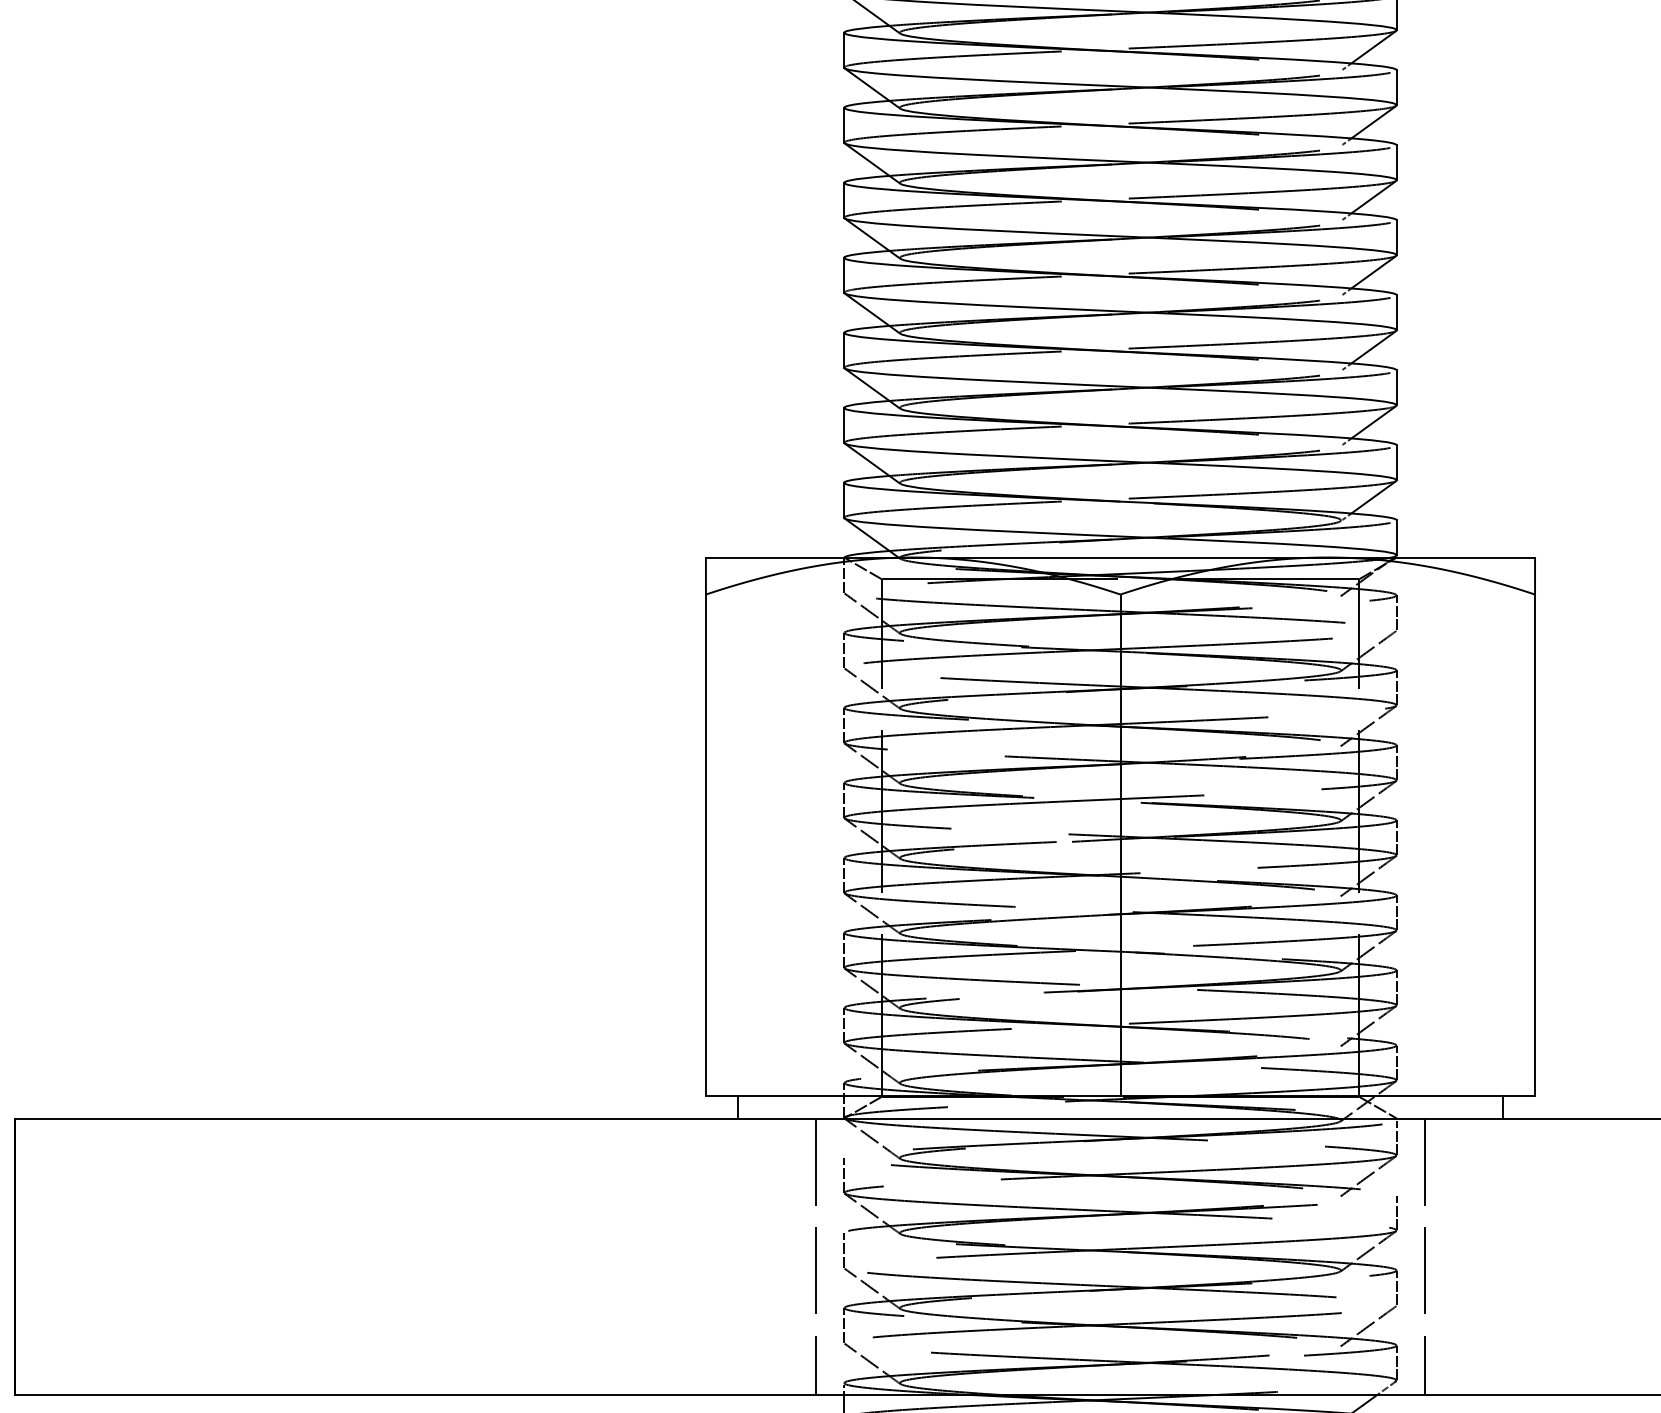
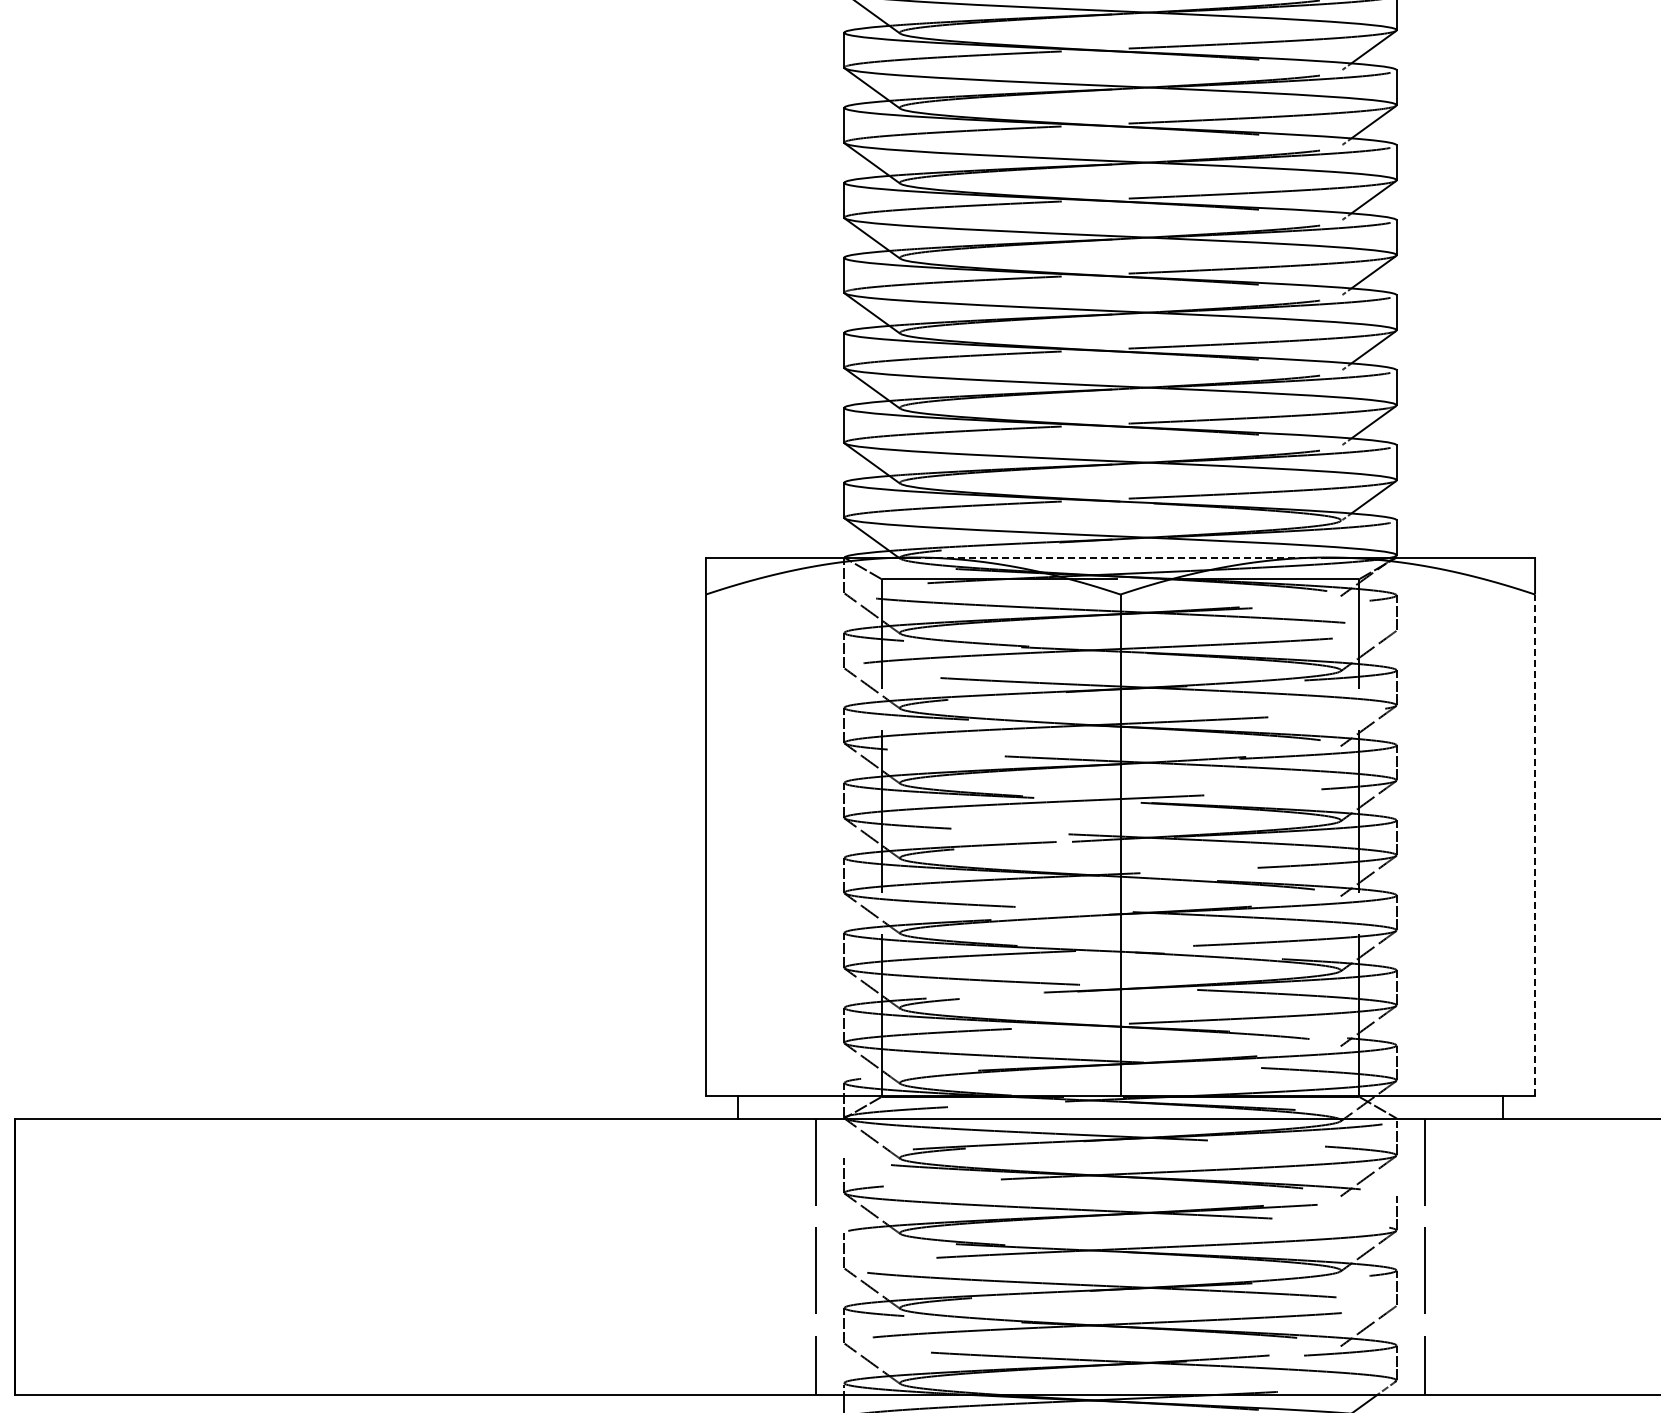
line at (1120, 557): solid -> dashed
line at (1535, 845): solid -> dashed
